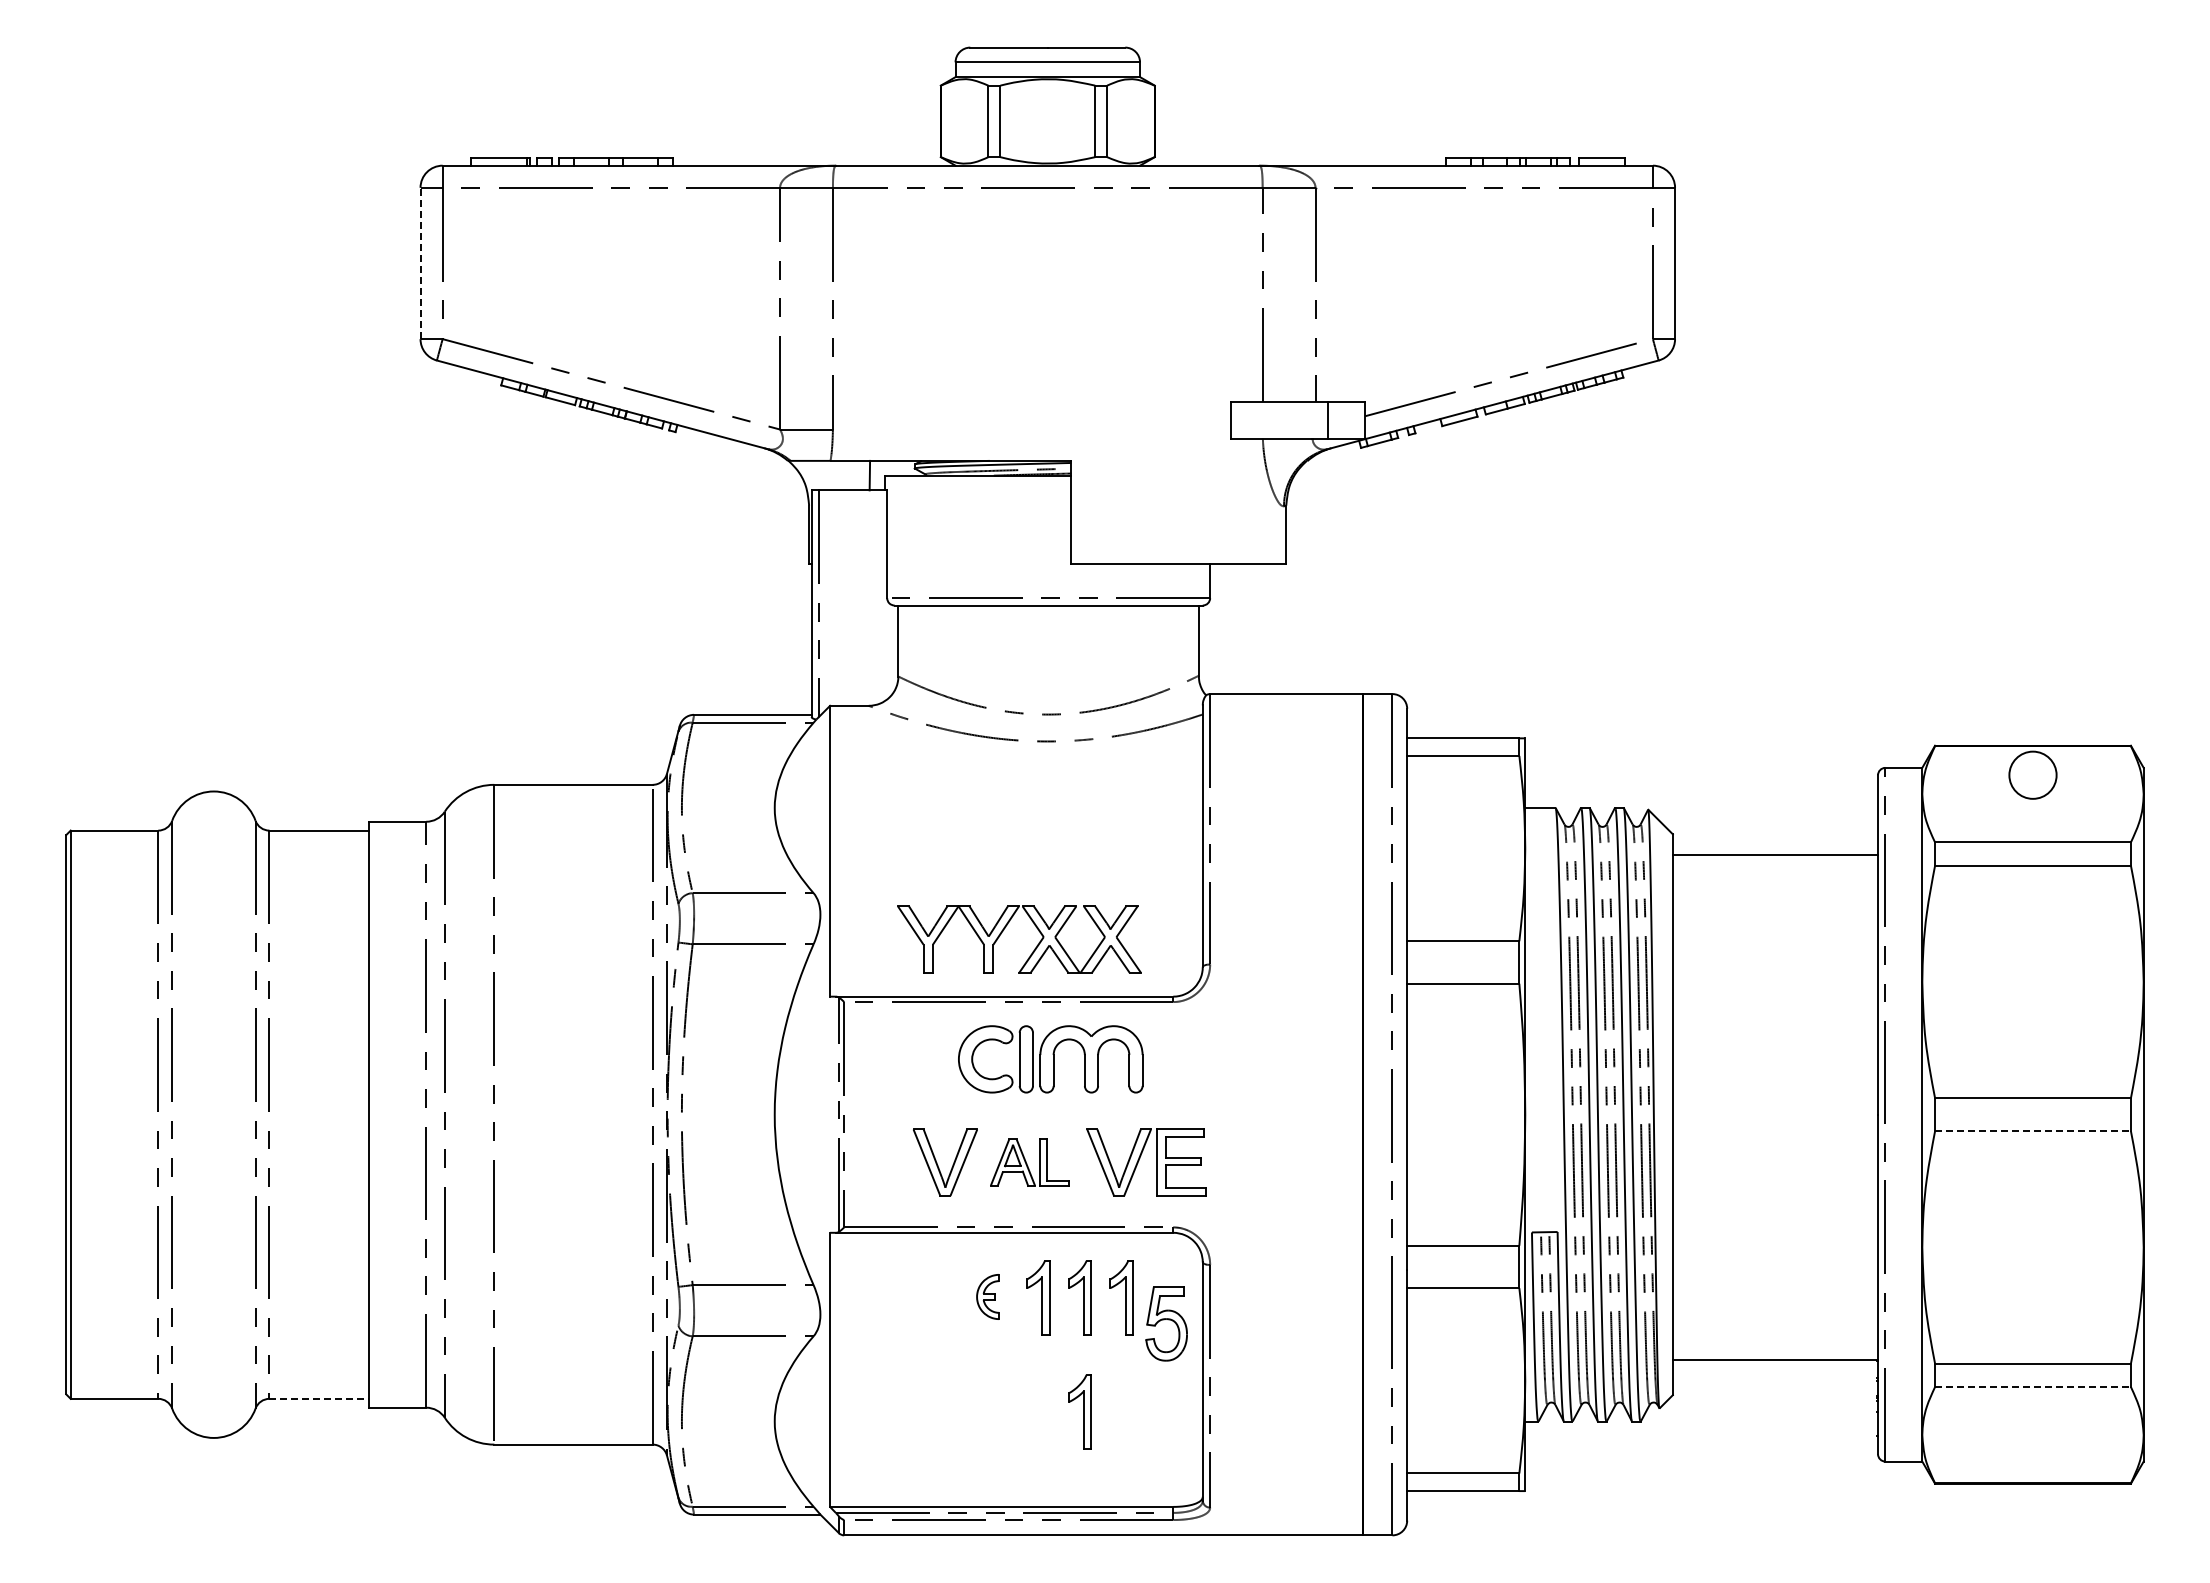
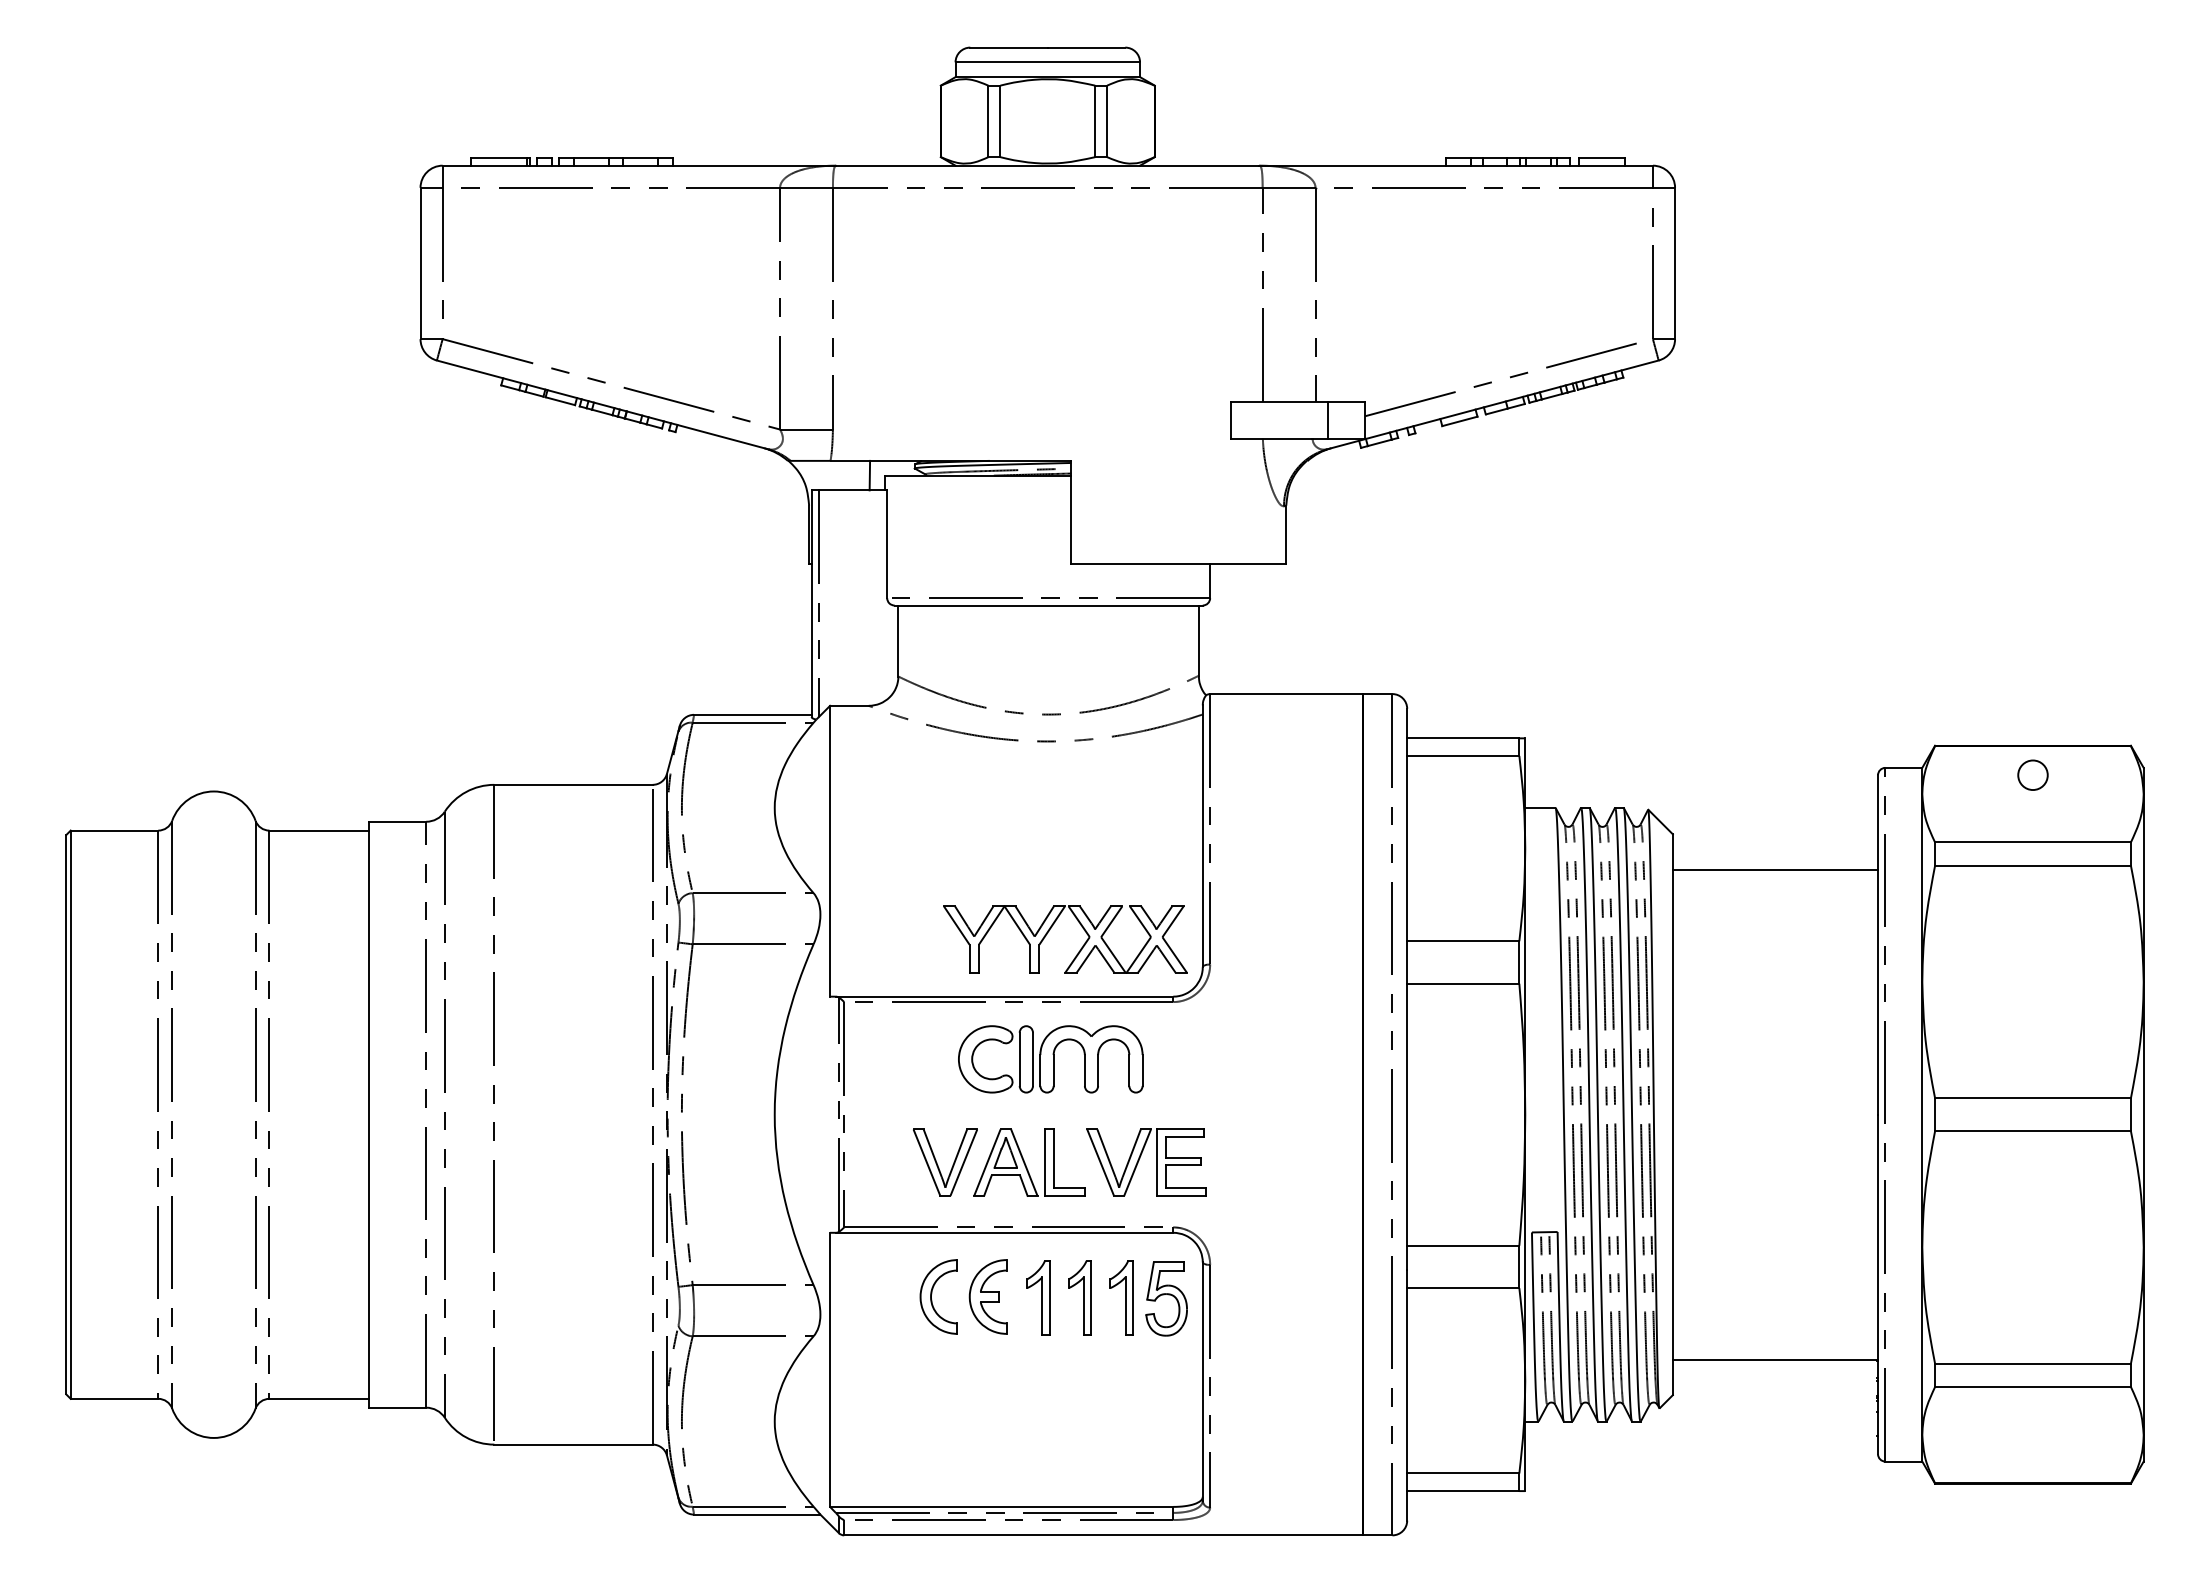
line at (420, 263): dashed -> solid
circle at (2032, 774) diameter: 47 px -> 30 px
line at (1775, 854) position: (1775, 854) -> (1775, 869)
part at (1034, 948) position: (1034, 948) -> (1080, 948)
line at (2033, 1131): dashed -> solid
part at (1029, 1162) size: 80x49 px -> 113x69 px
part at (932, 1293): none -> present
part at (987, 1296) size: 24x46 px -> 40x76 px
part at (1166, 1323) position: (1166, 1323) -> (1166, 1298)
line at (2033, 1387): dashed -> solid
line at (319, 1398): dashed -> solid
part at (1079, 1411): present -> none
